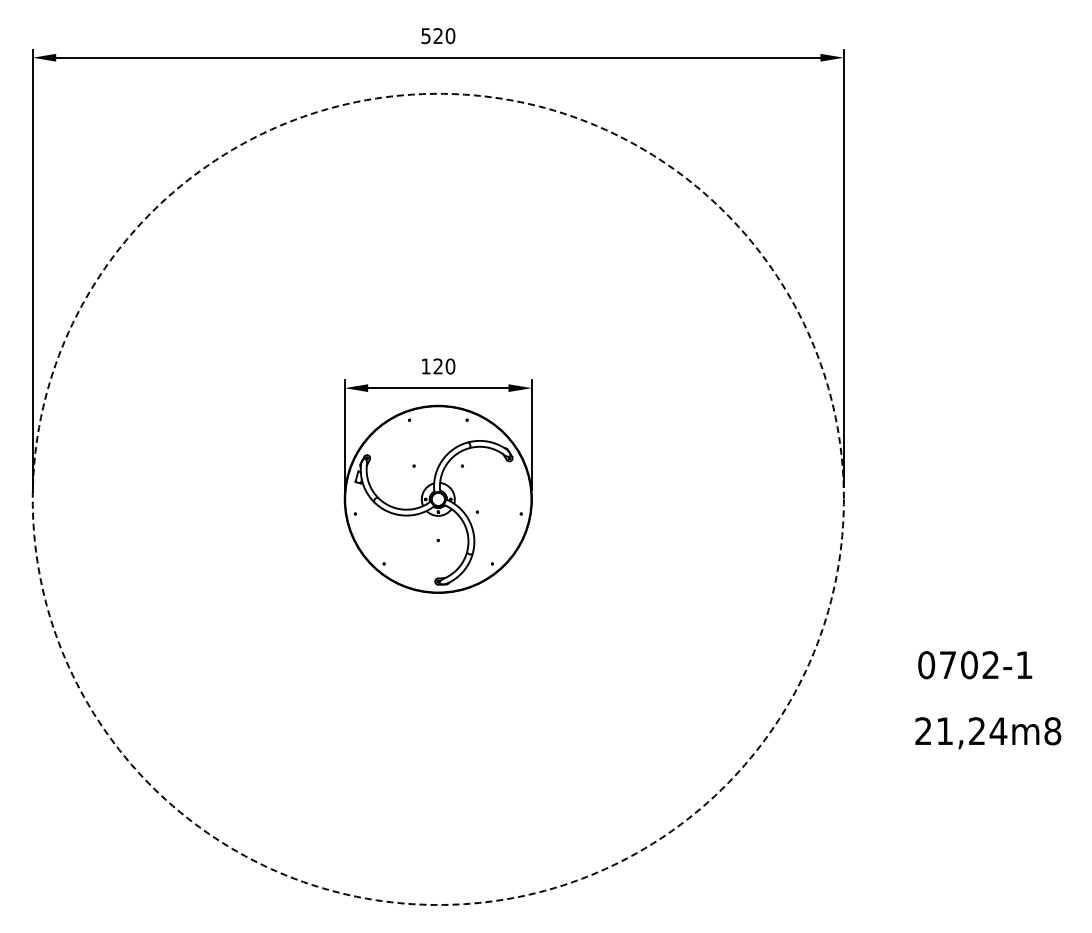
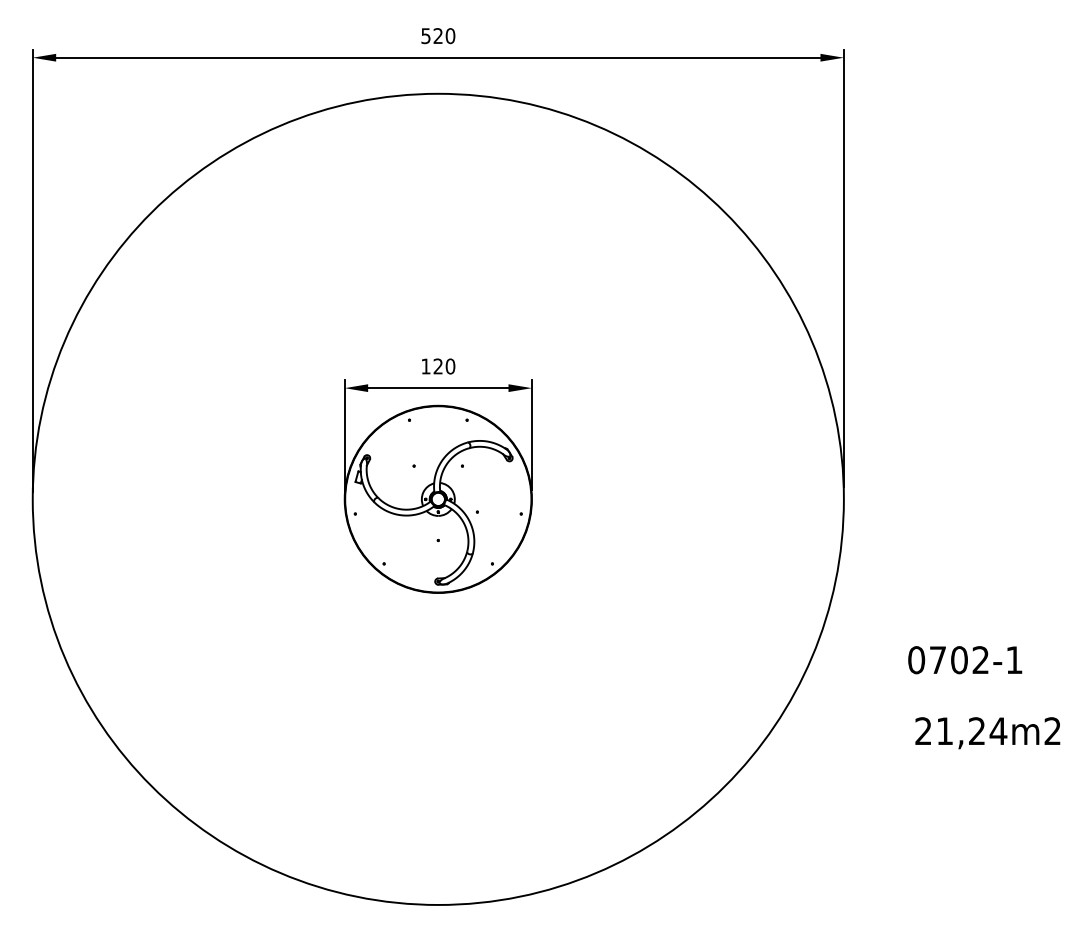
circle at (437, 498): dashed -> solid
text at (975, 665) position: (975, 665) -> (965, 660)
text at (1052, 731): 21,24m8 -> 21,24m2
